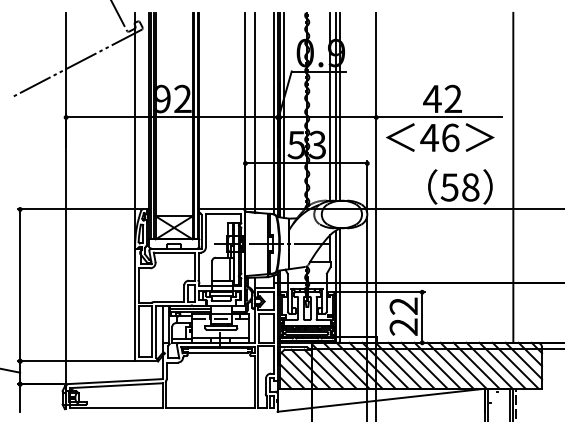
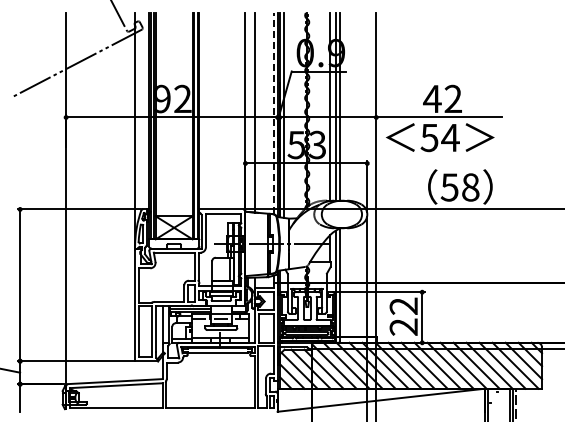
line at (273, 113): solid -> dashed
text at (439, 137): 46 -> 54
line at (513, 177): present -> none
